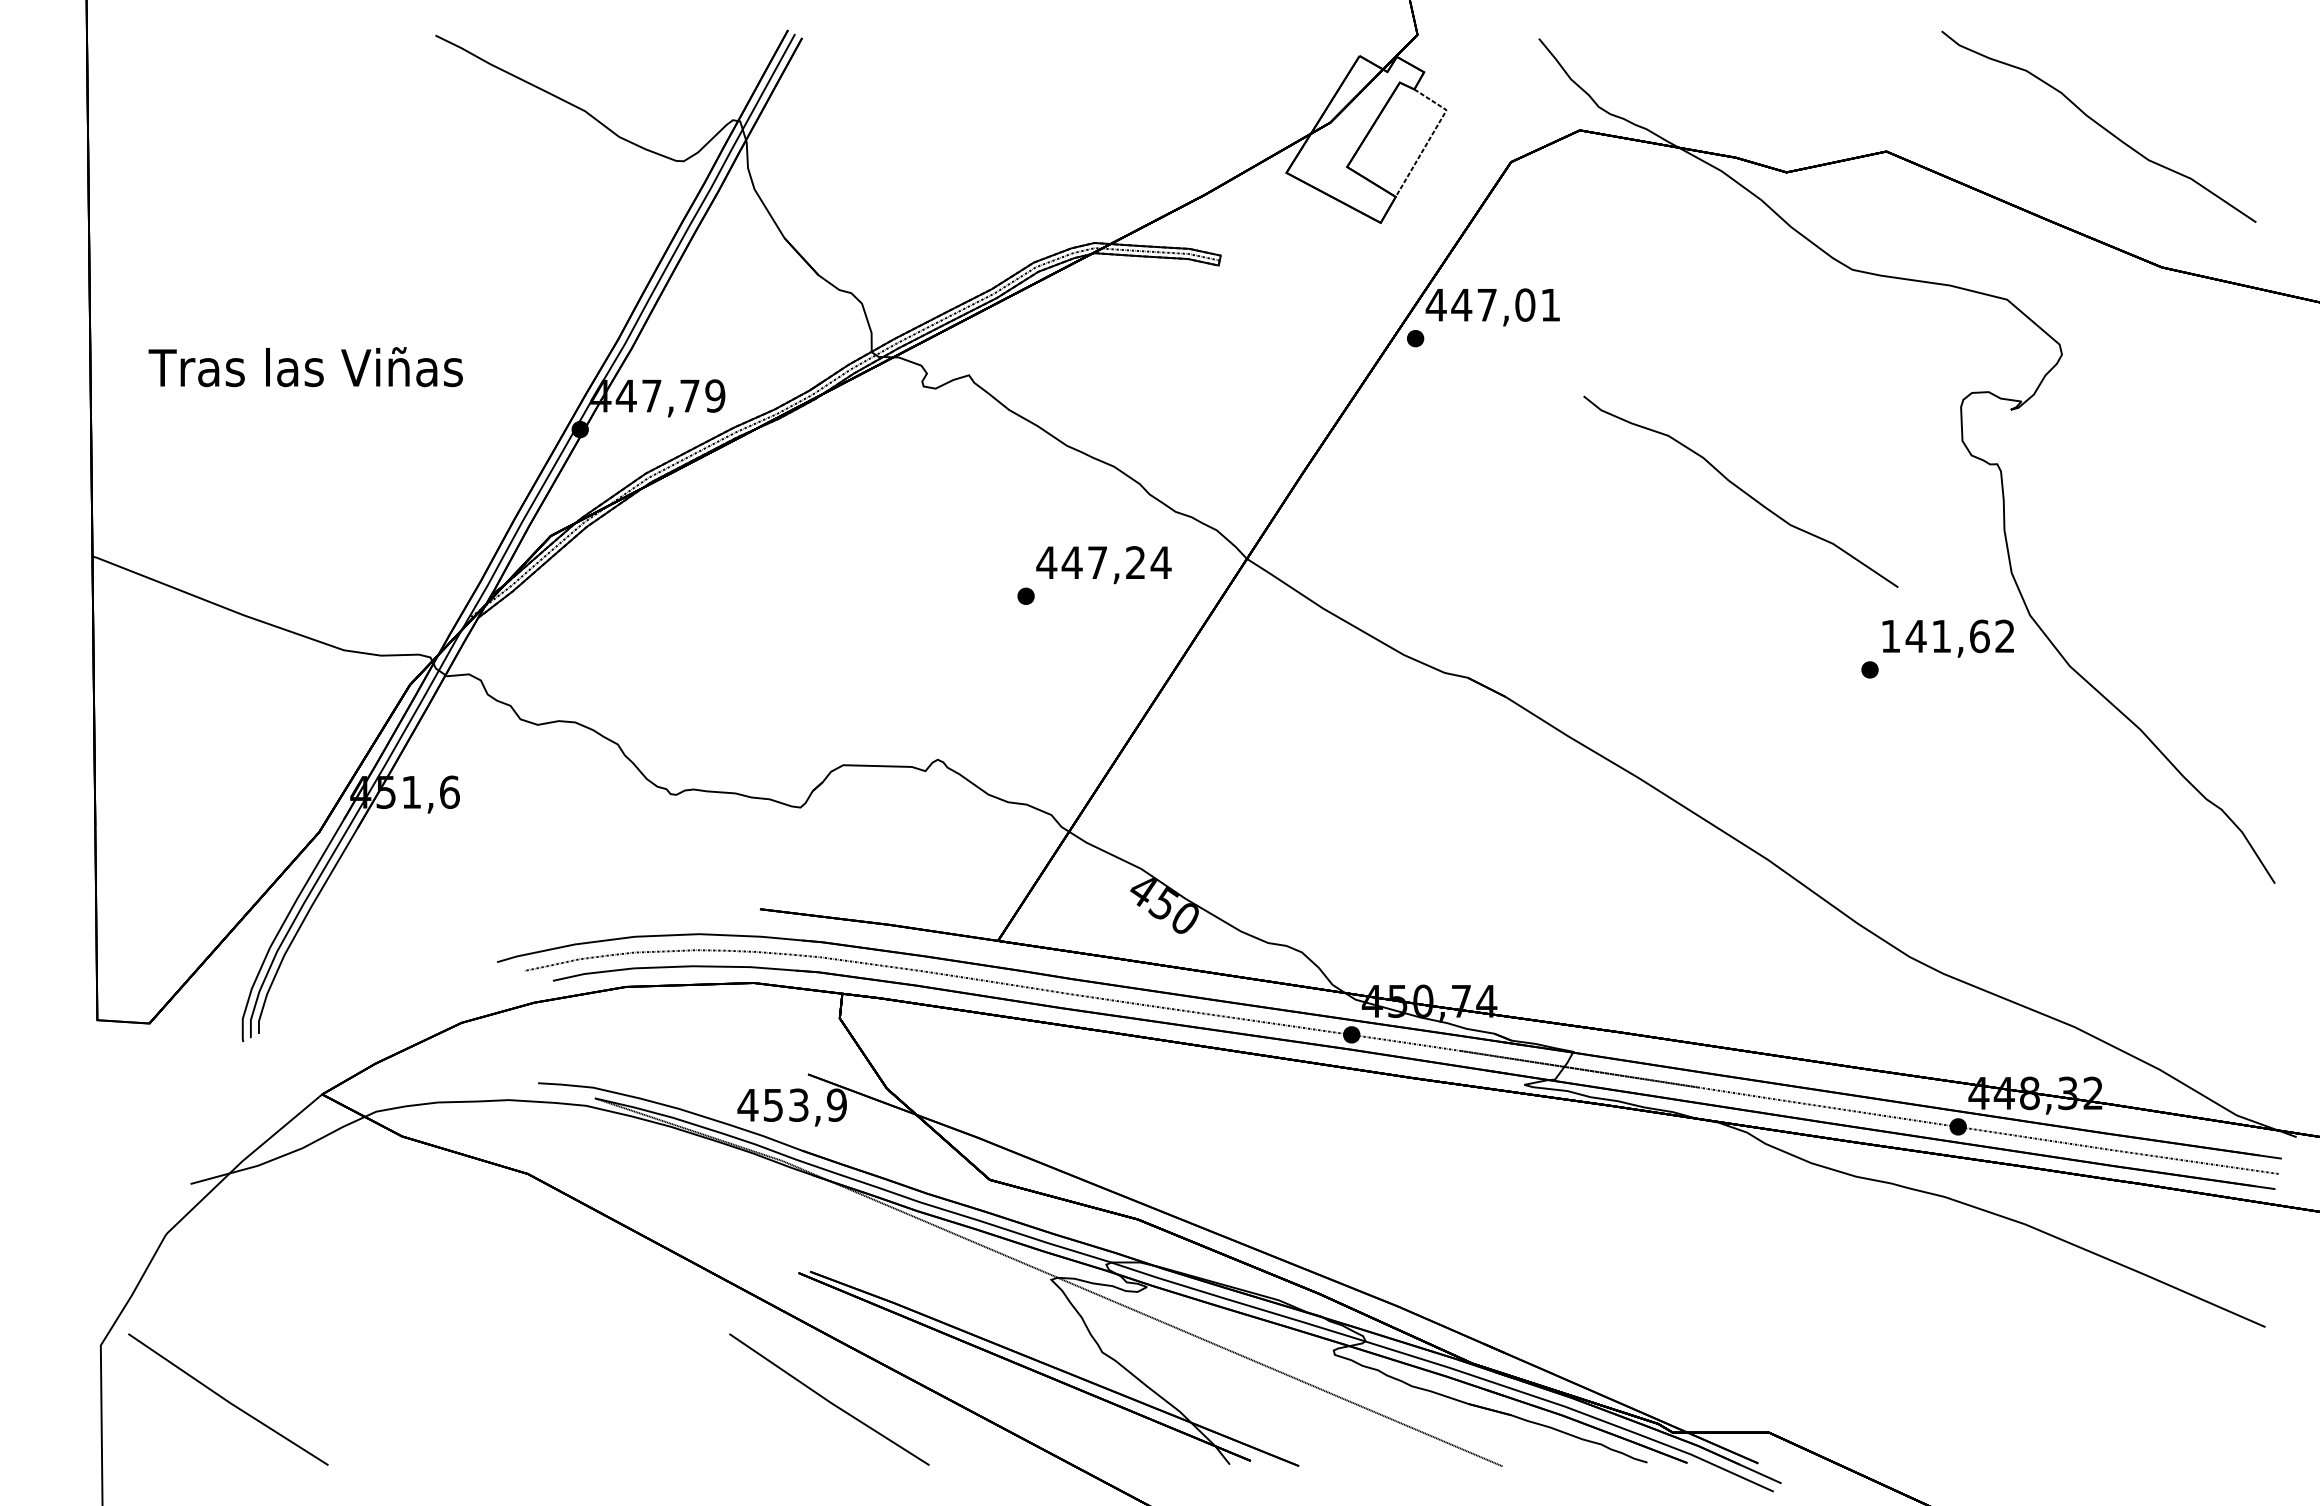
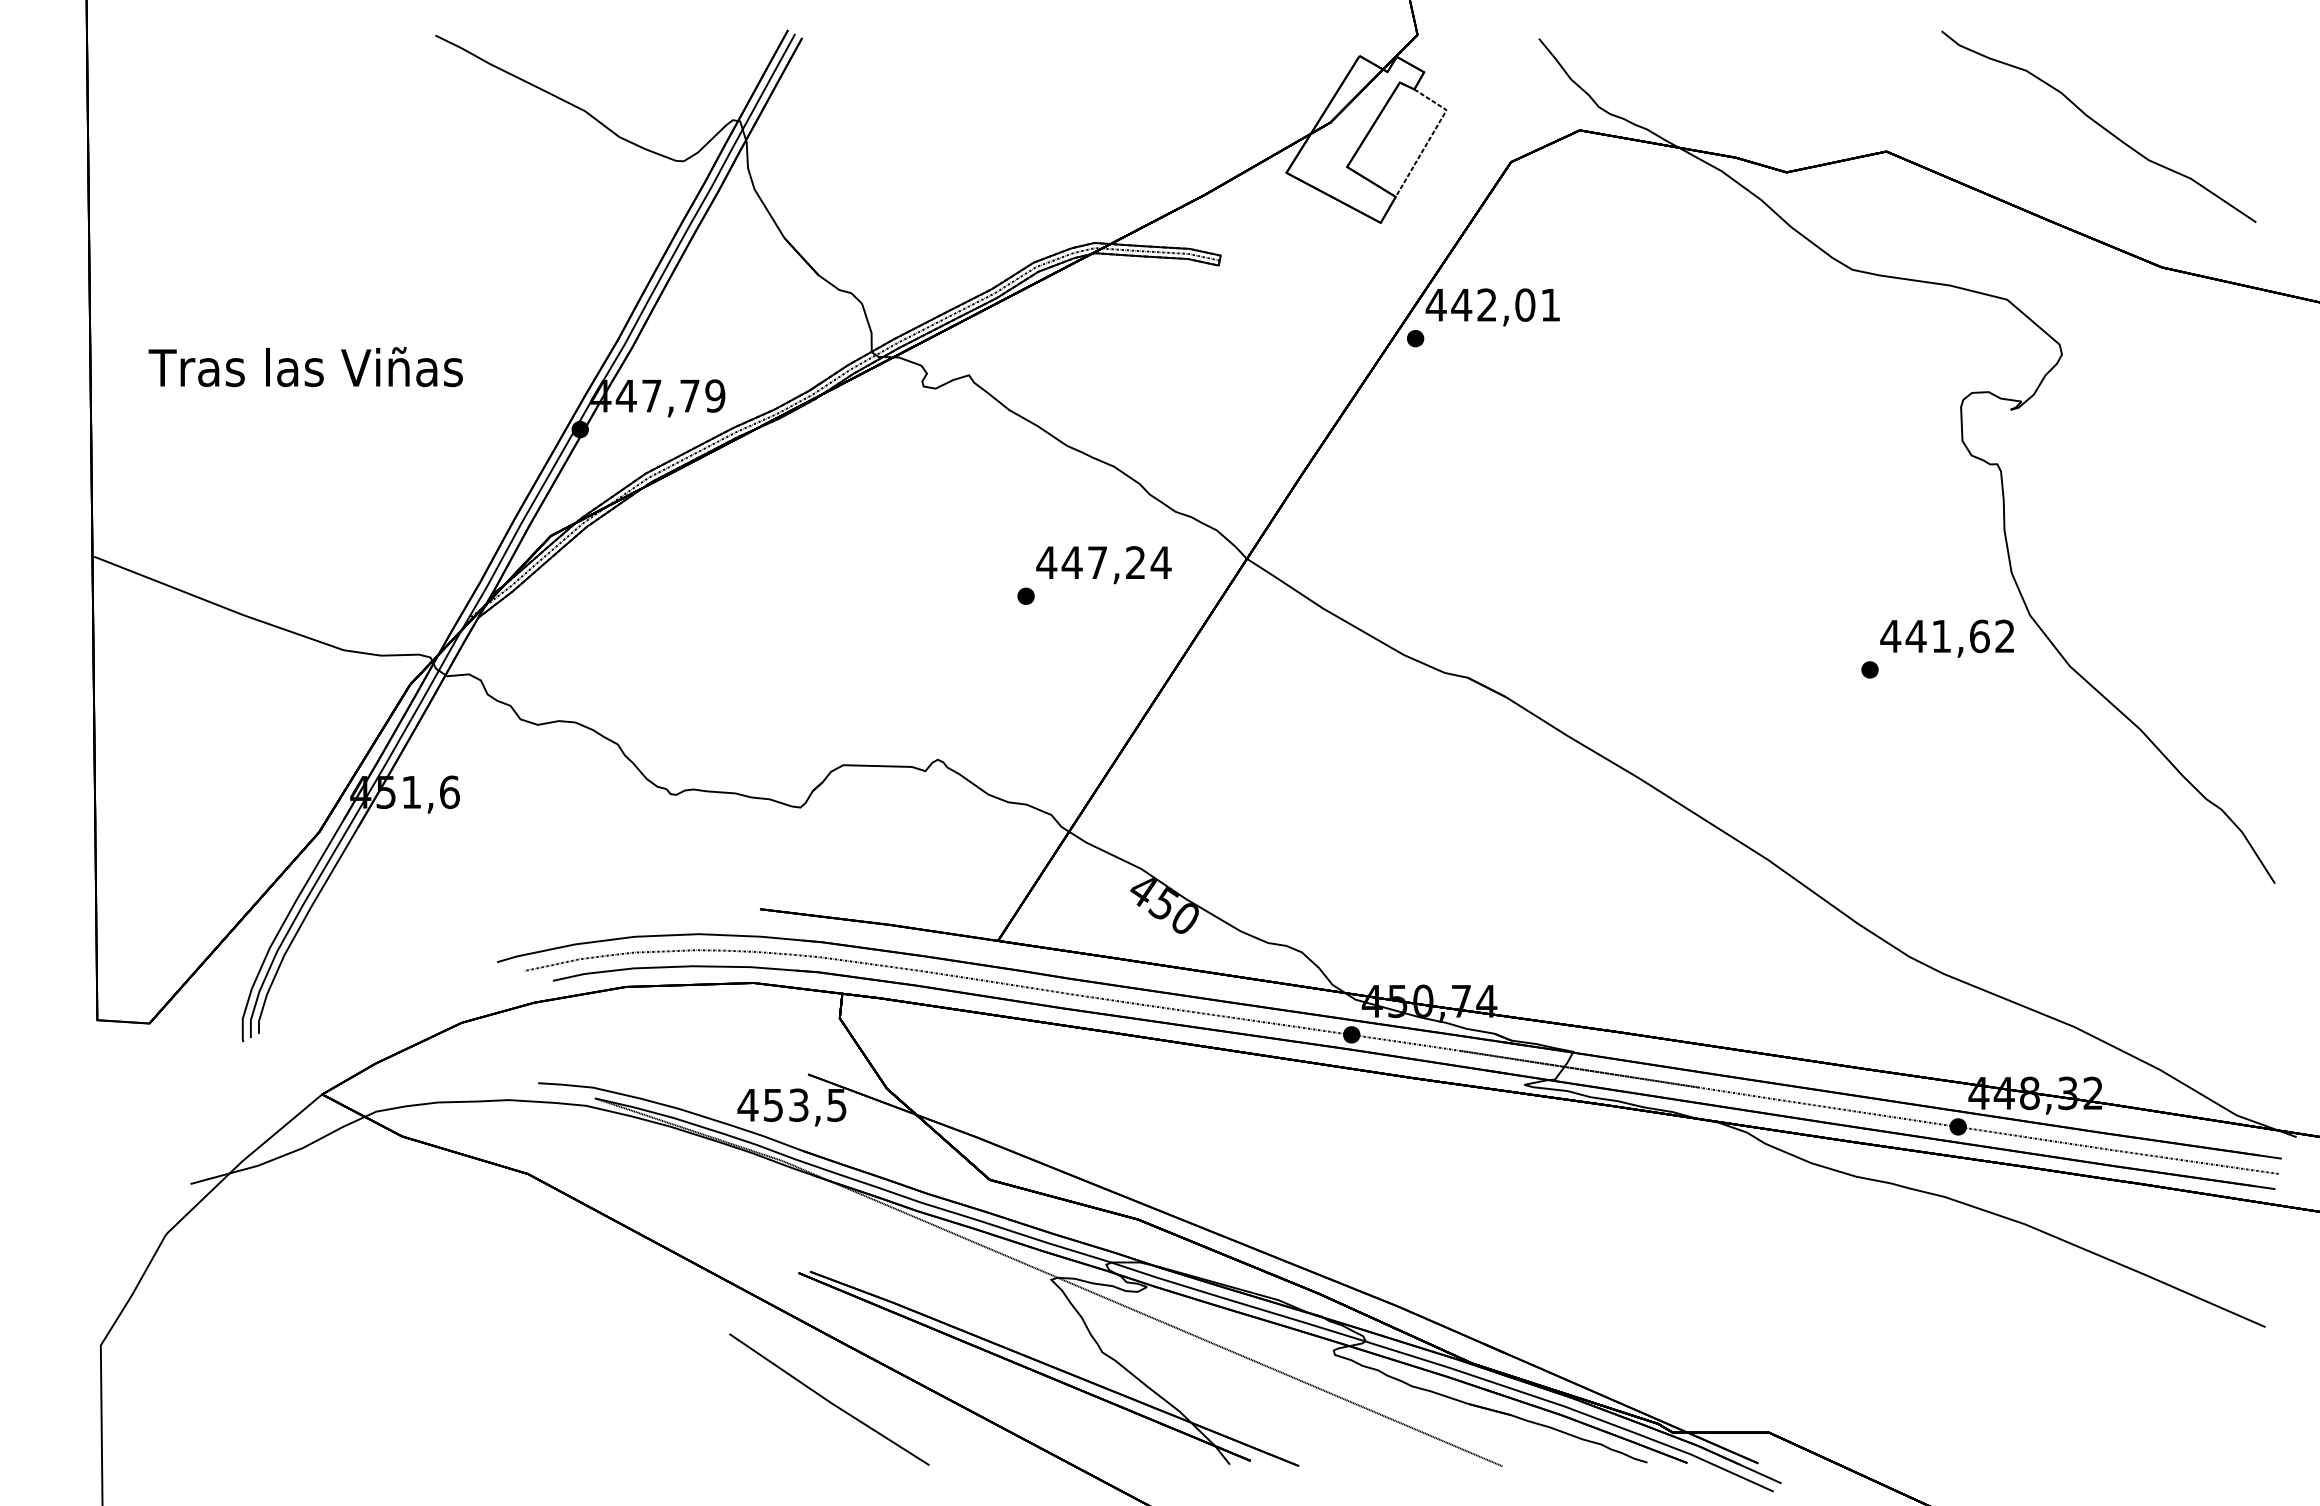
text at (1486, 304): 447,01 -> 442,01
curve at (1740, 490): present -> none
text at (1890, 636): 141,62 -> 441,62
text at (836, 1104): 453,9 -> 453,5
line at (228, 1400): present -> none
